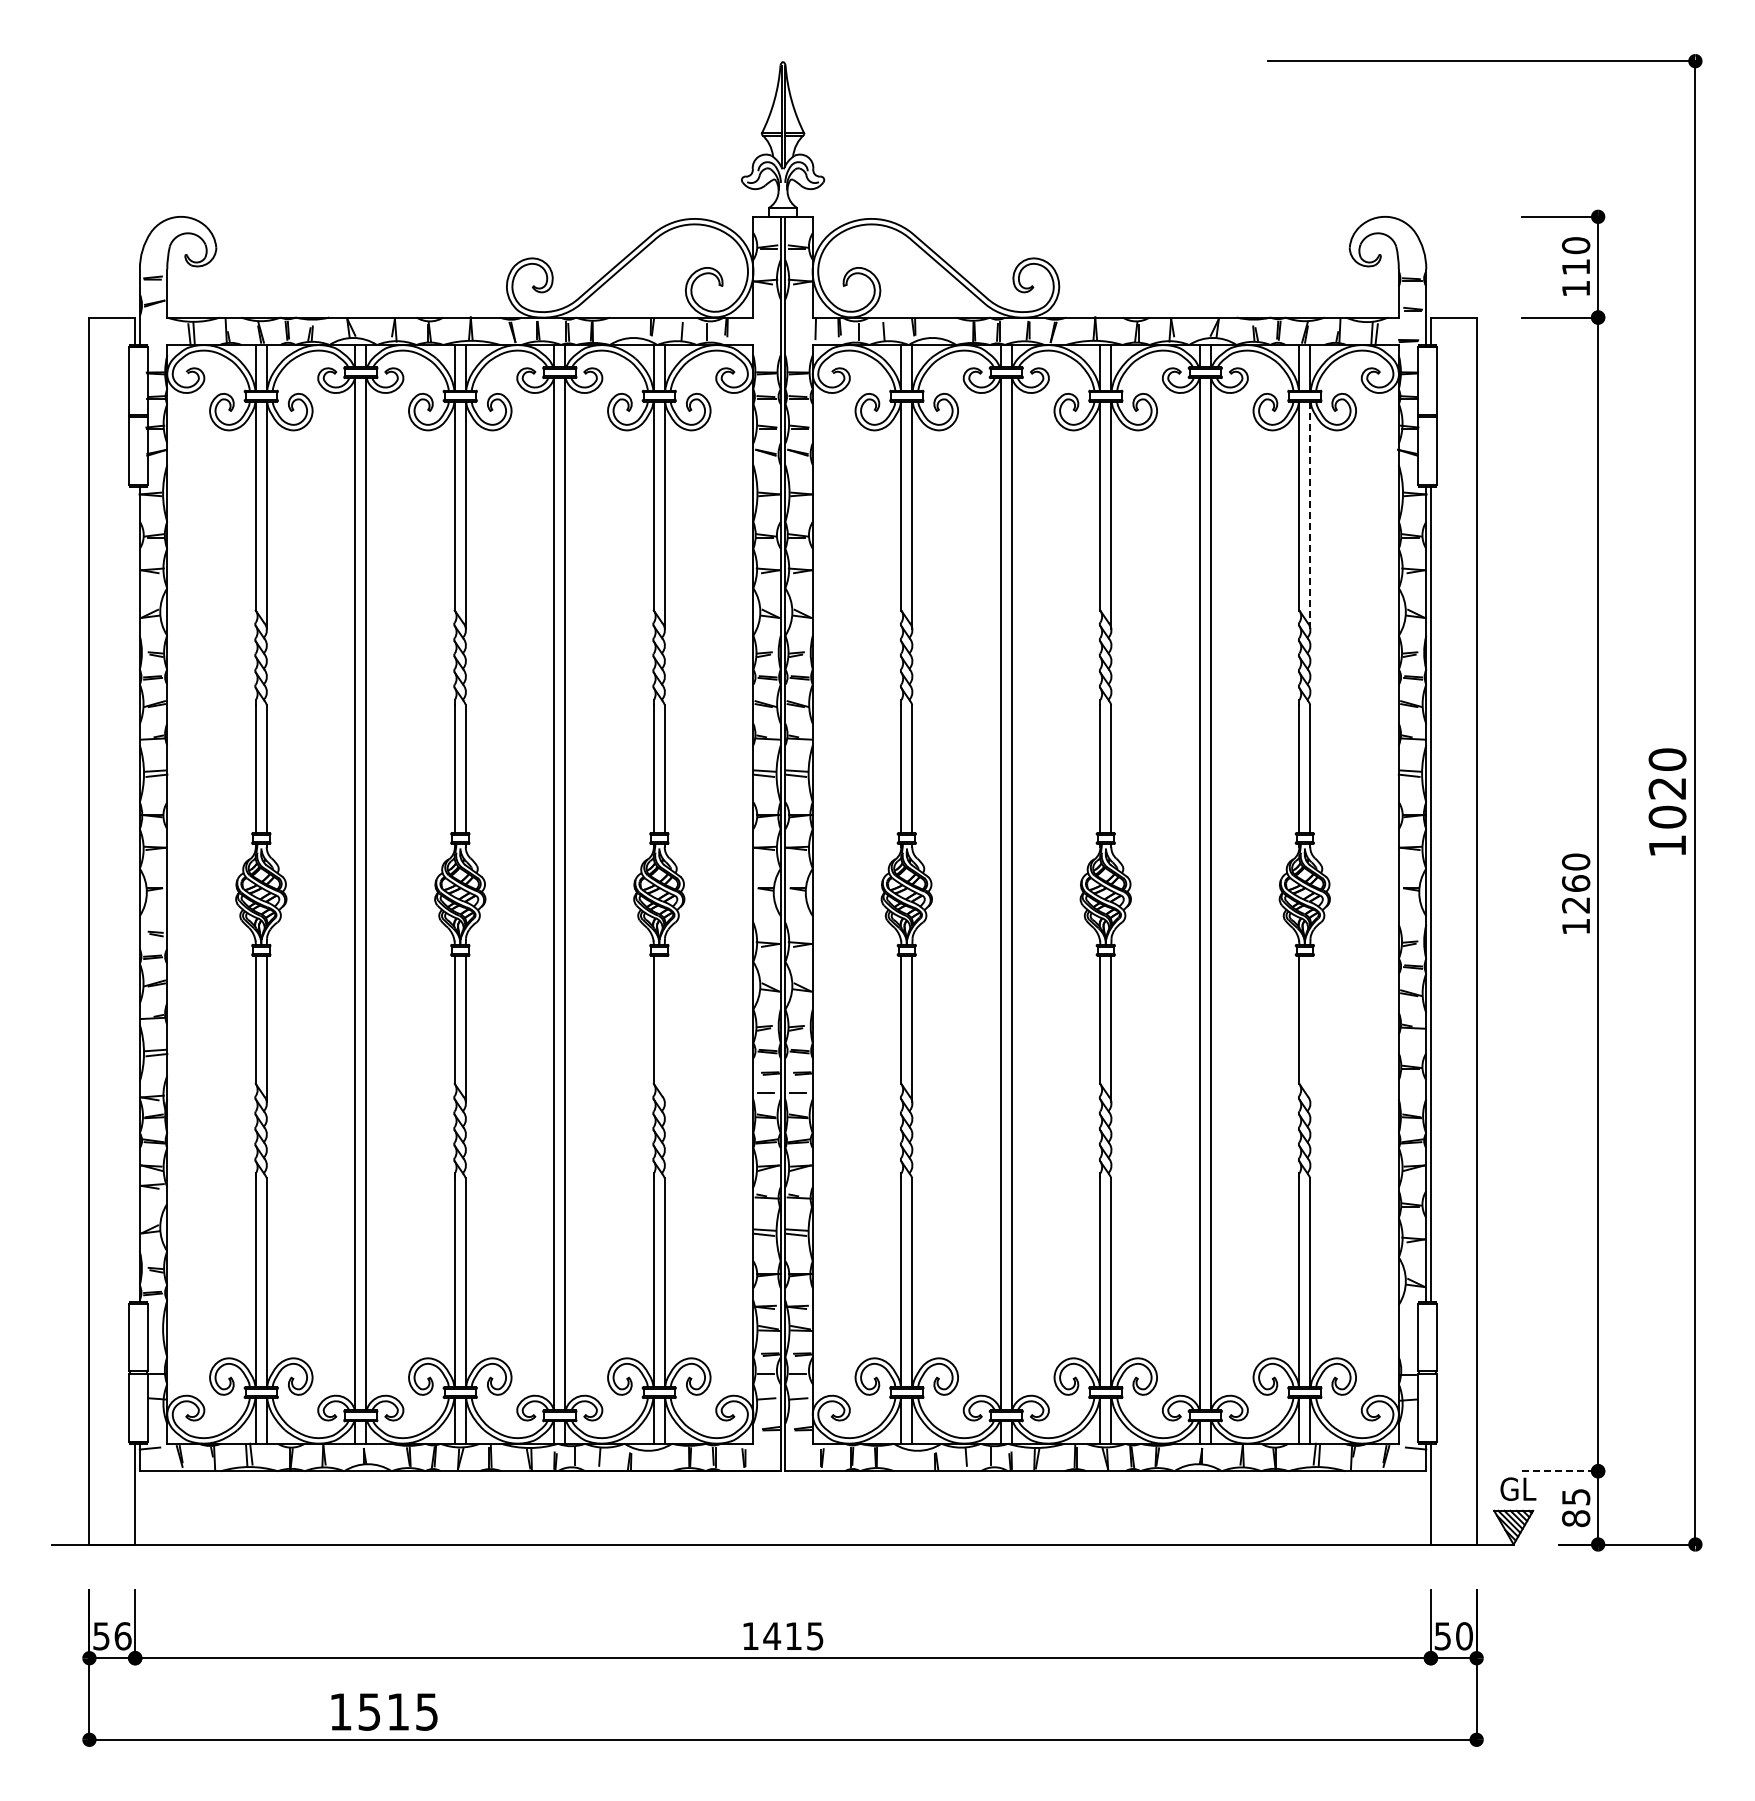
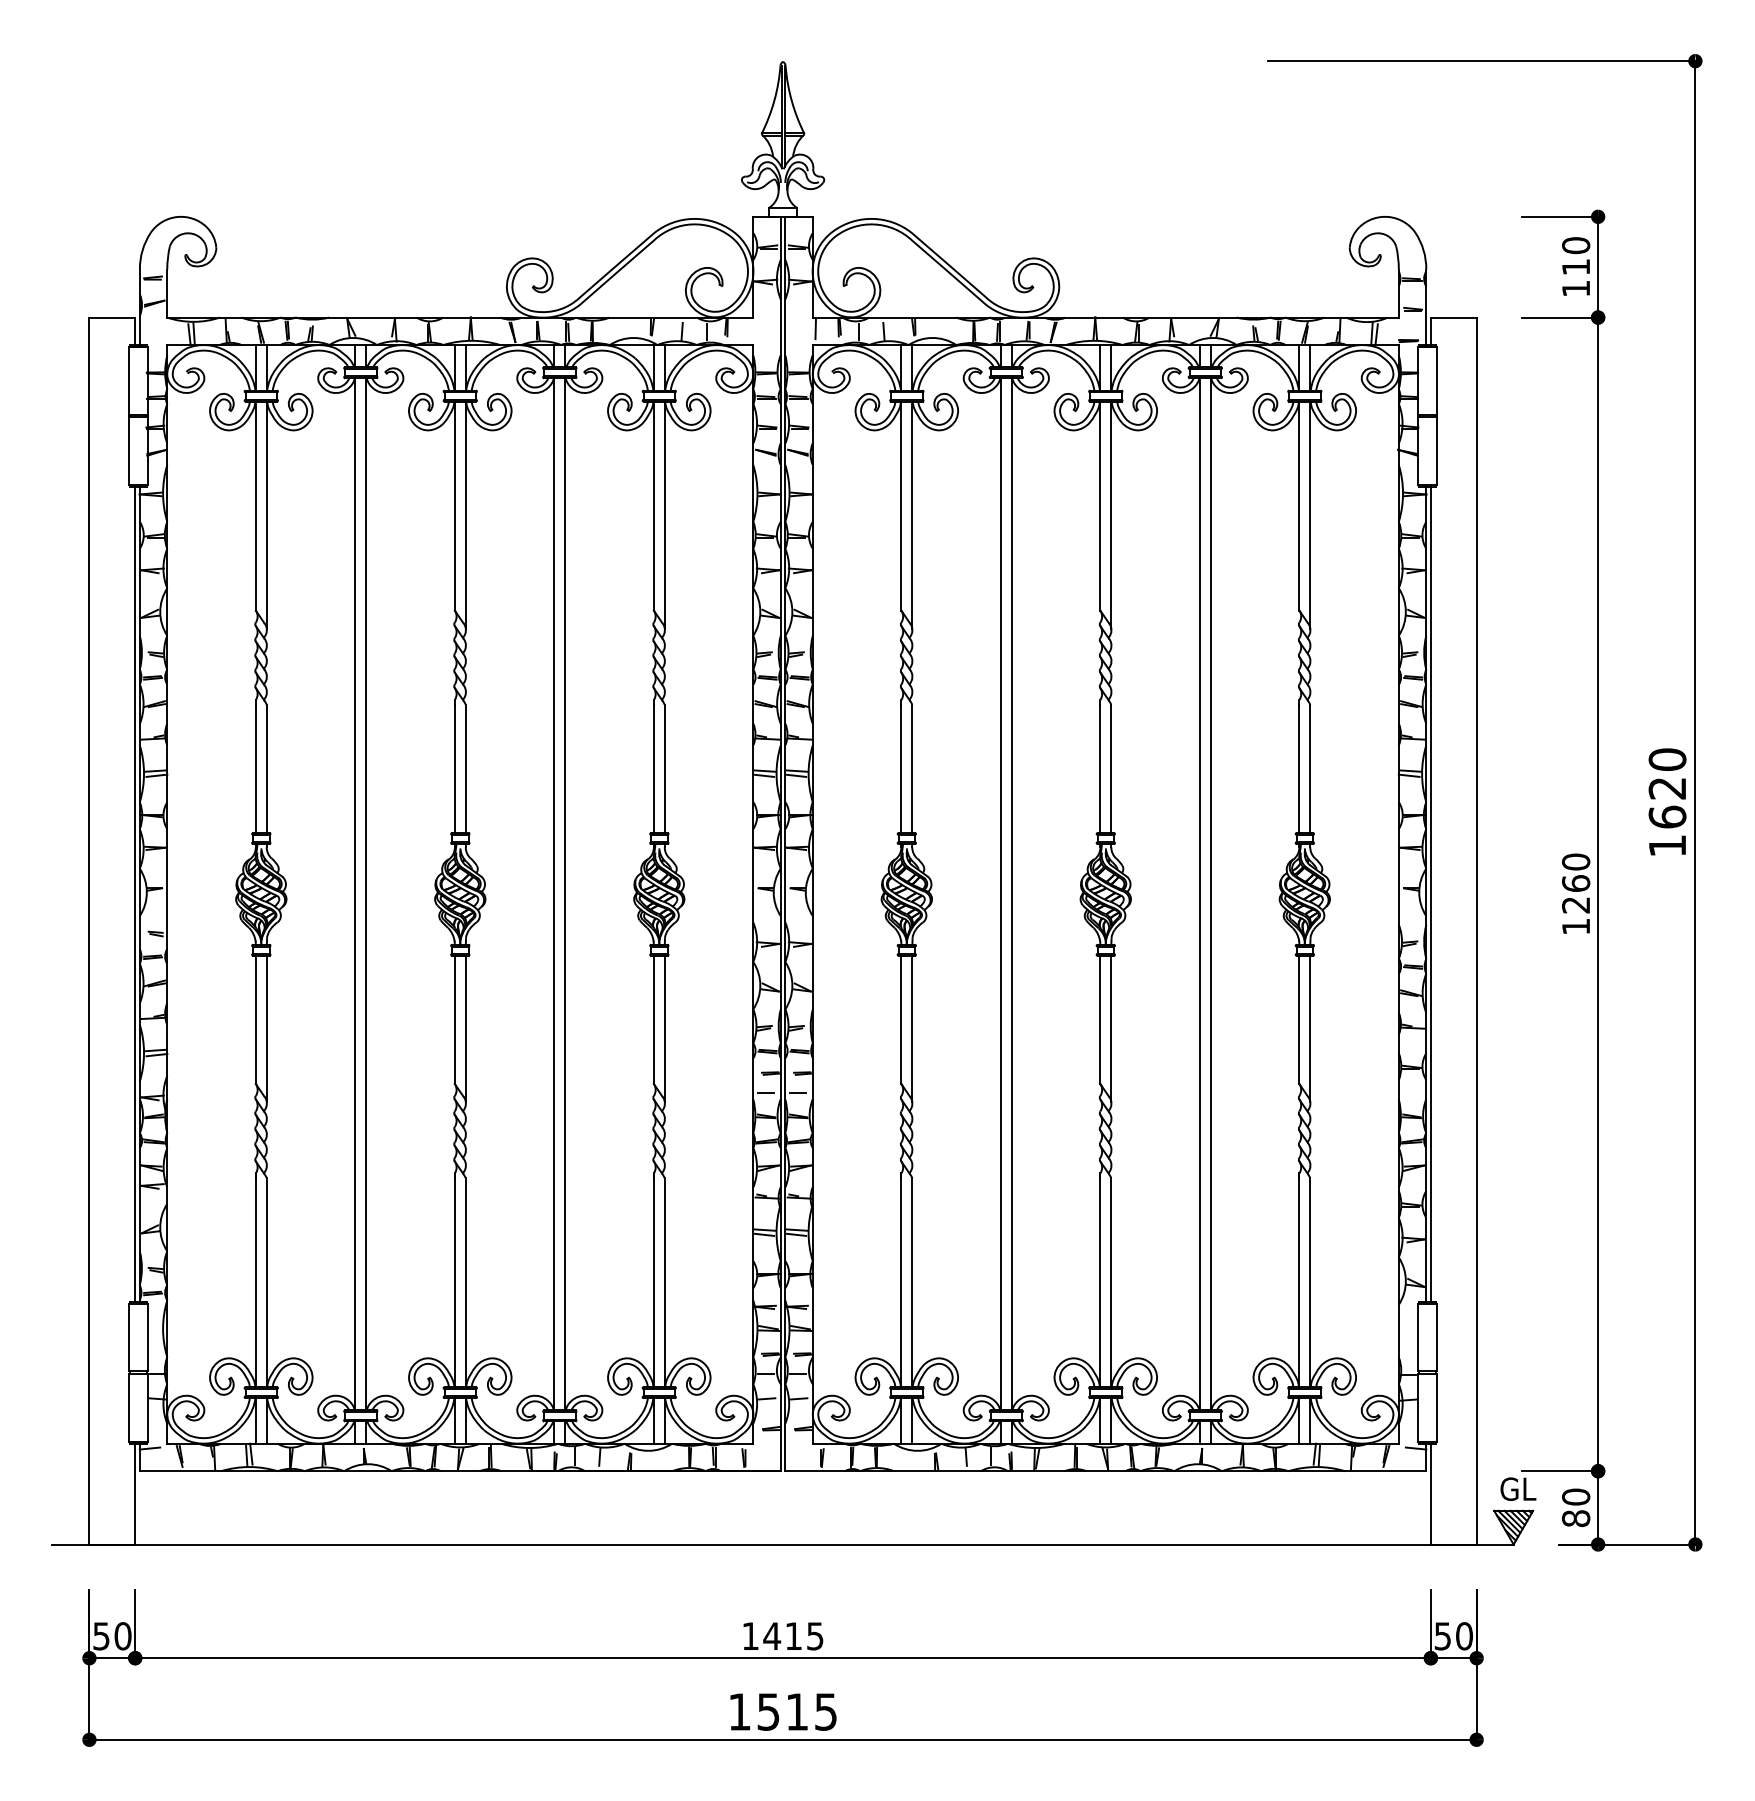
line at (1310, 514): dashed -> solid
text at (1667, 816): 1020 -> 1620
line at (135, 893): none -> present
line at (664, 1028): none -> present
line at (1310, 1028): none -> present
line at (1560, 1471): dashed -> solid
text at (1576, 1496): 85 -> 80
text at (122, 1636): 56 -> 50
text at (384, 1711) position: (384, 1711) -> (783, 1711)
